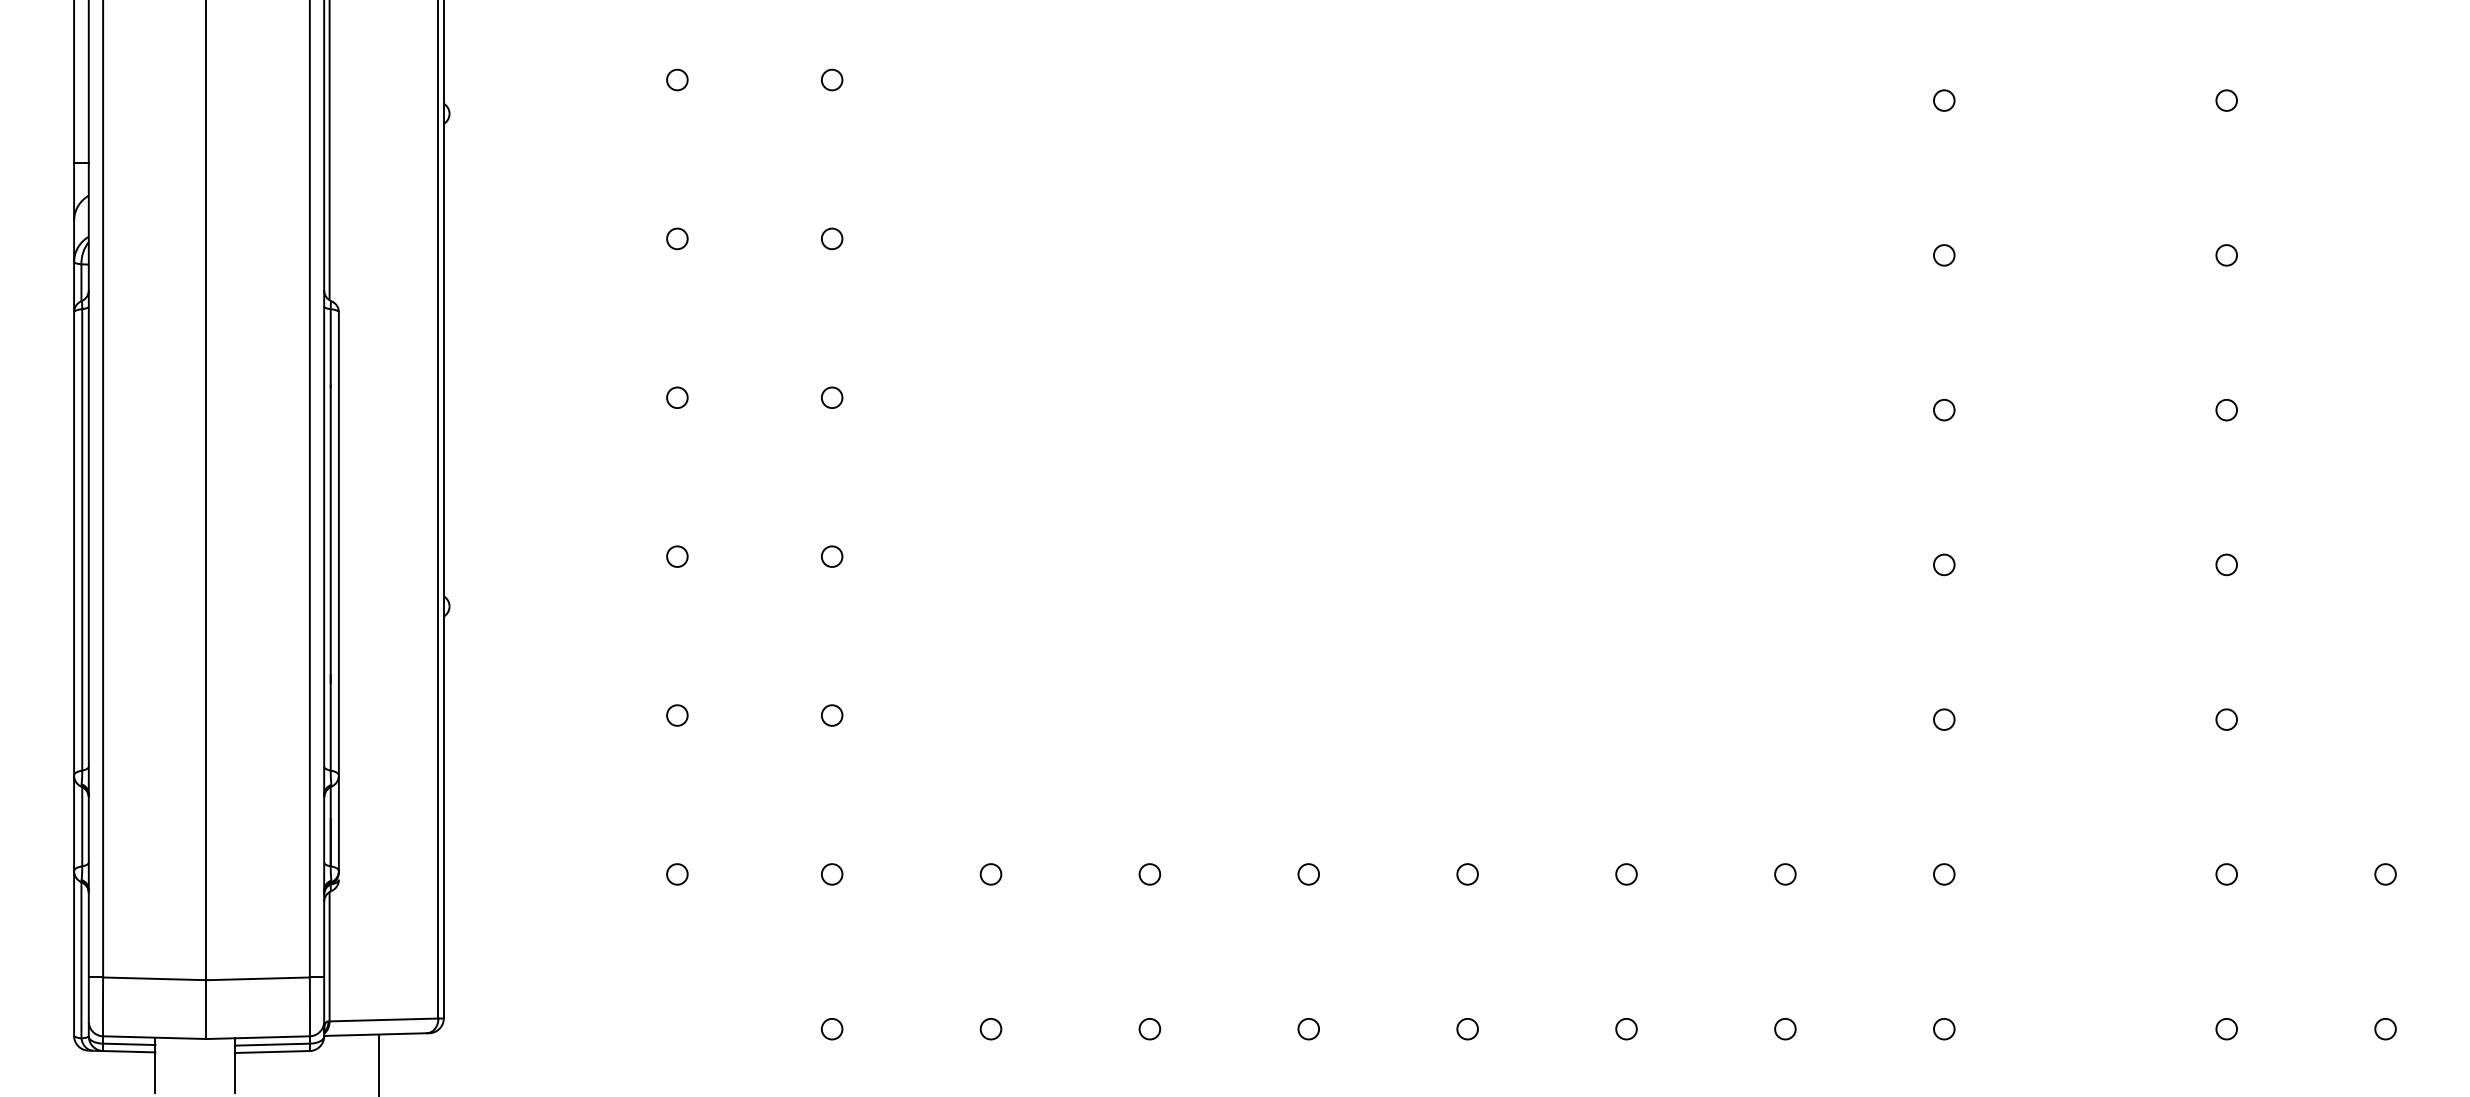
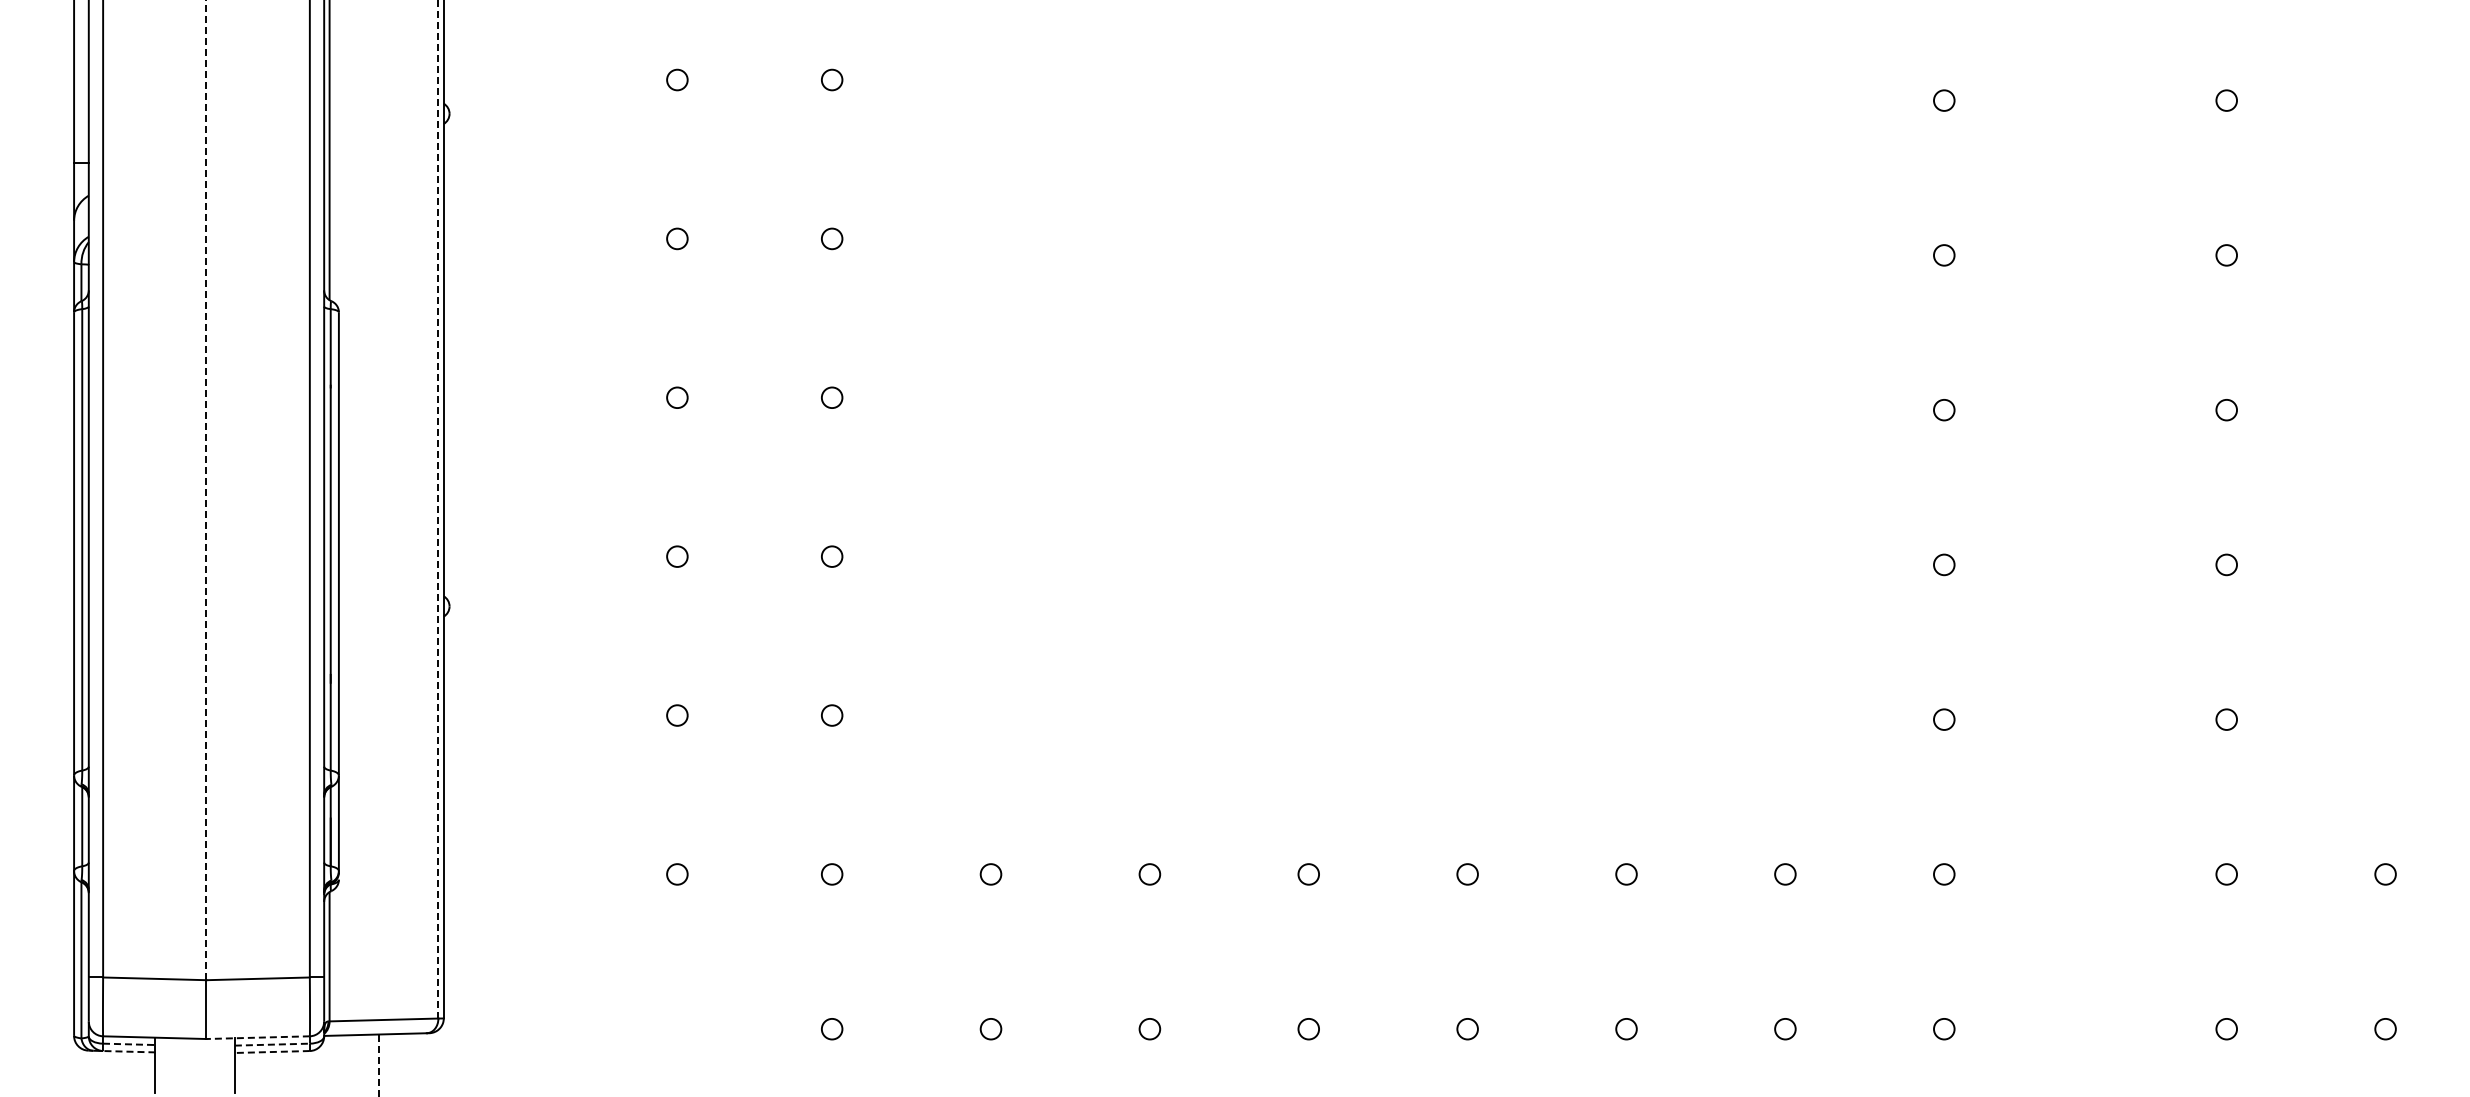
line at (206, 490): solid -> dashed
line at (438, 509): solid -> dashed
line at (258, 1037): solid -> dashed
line at (129, 1044): solid -> dashed
line at (272, 1044): solid -> dashed
line at (128, 1051): solid -> dashed
line at (271, 1052): solid -> dashed
line at (379, 1065): solid -> dashed
